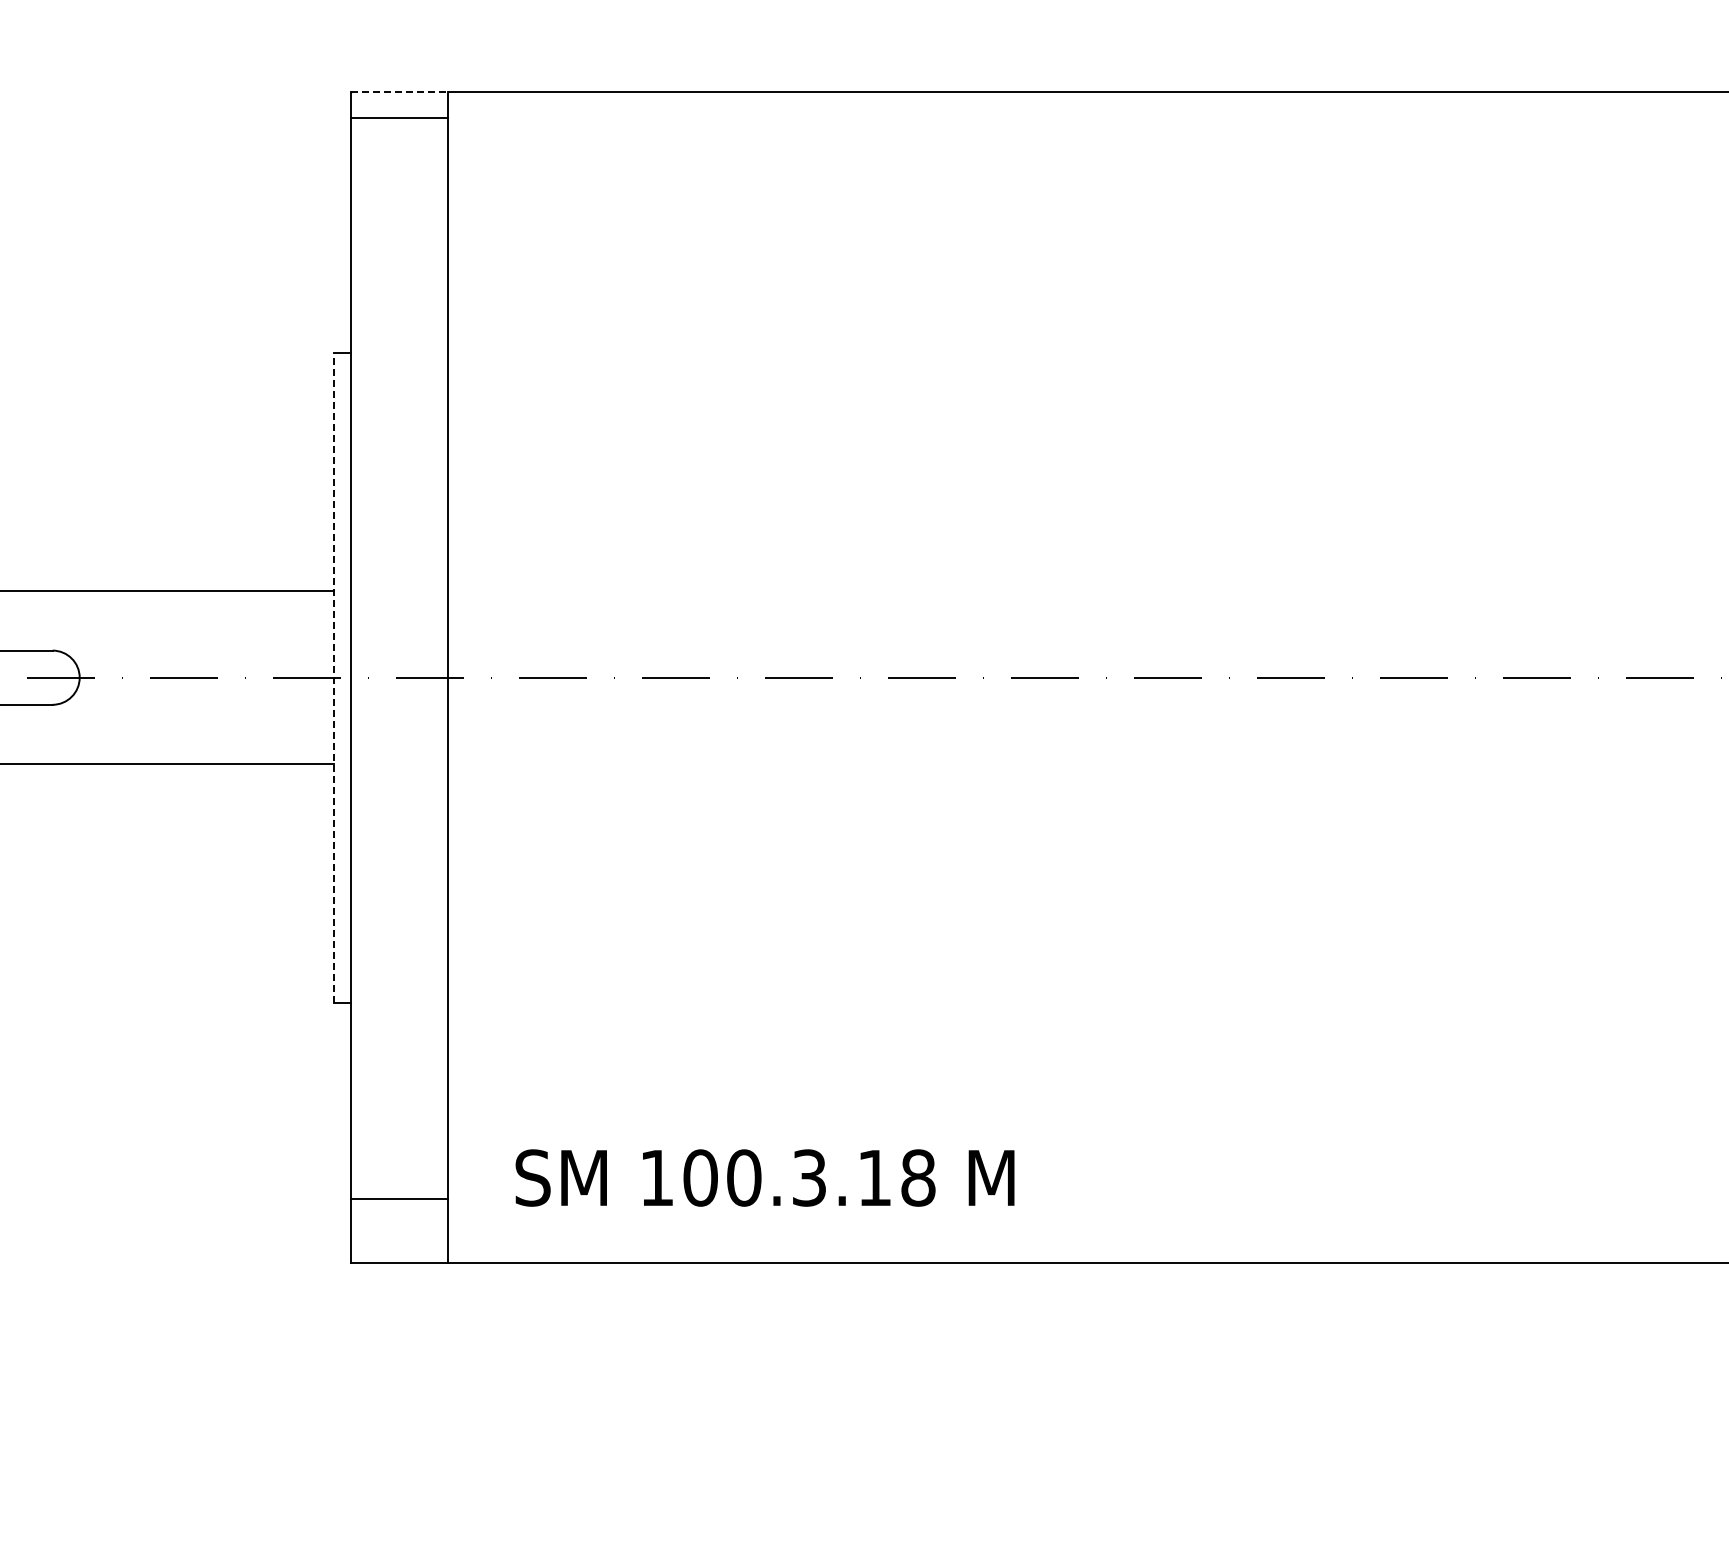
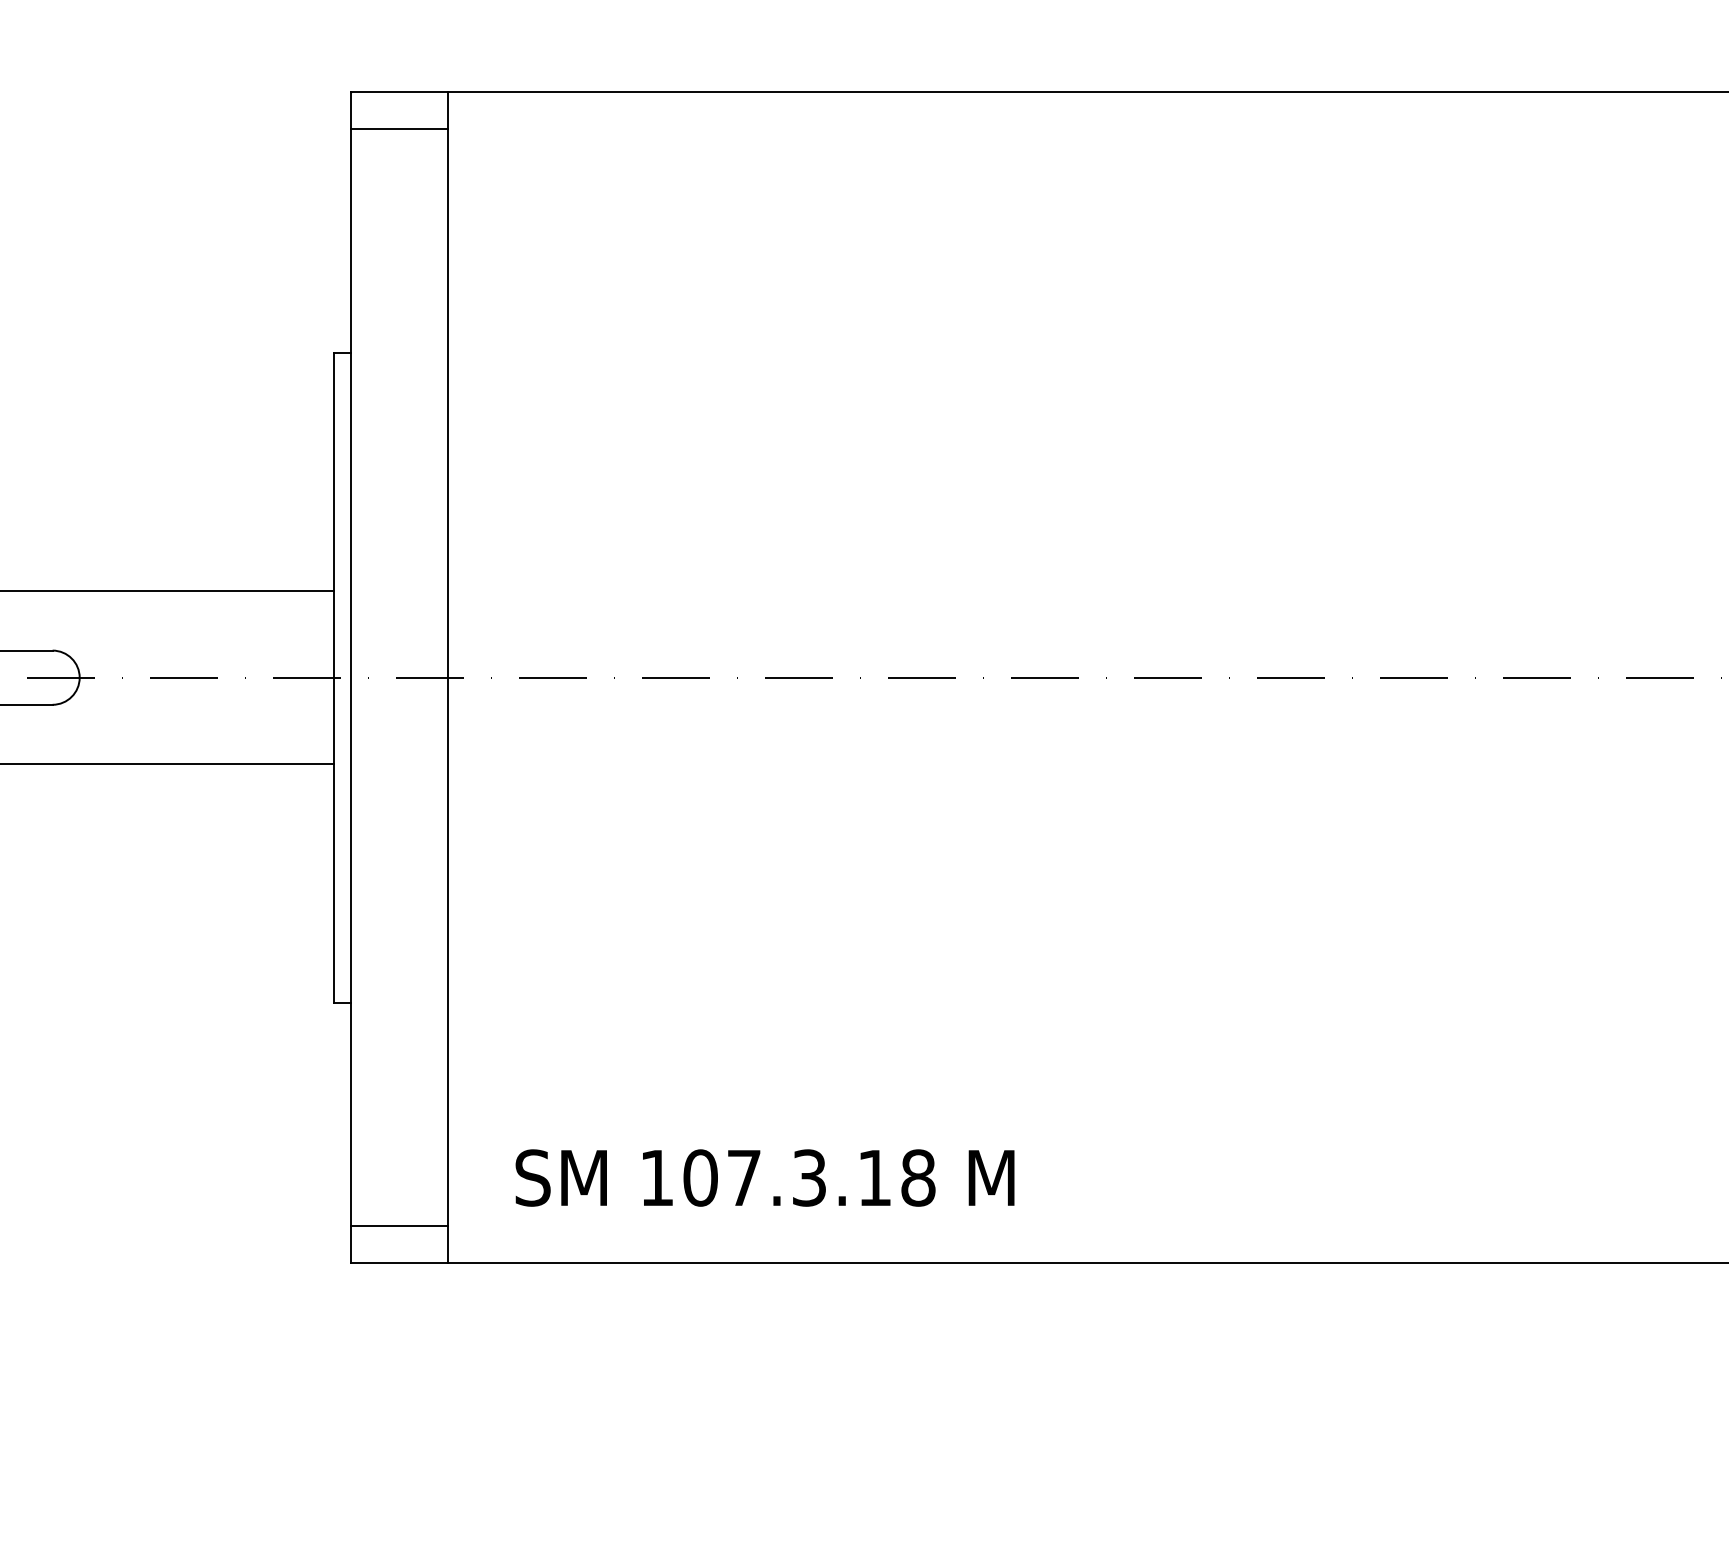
line at (399, 92): dashed -> solid
line at (399, 118) position: (399, 118) -> (399, 129)
line at (334, 677): dashed -> solid
text at (744, 1177): 100.3.18 -> 107.3.18
line at (399, 1199) position: (399, 1199) -> (399, 1226)
